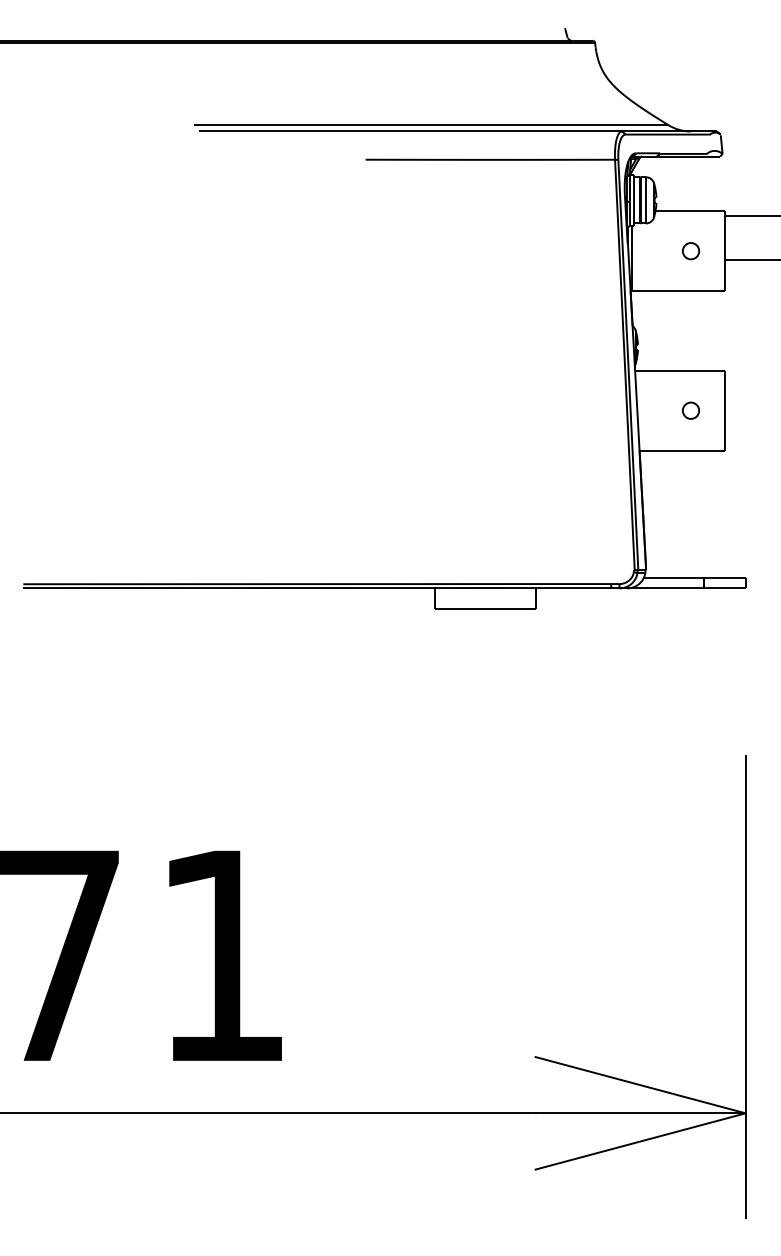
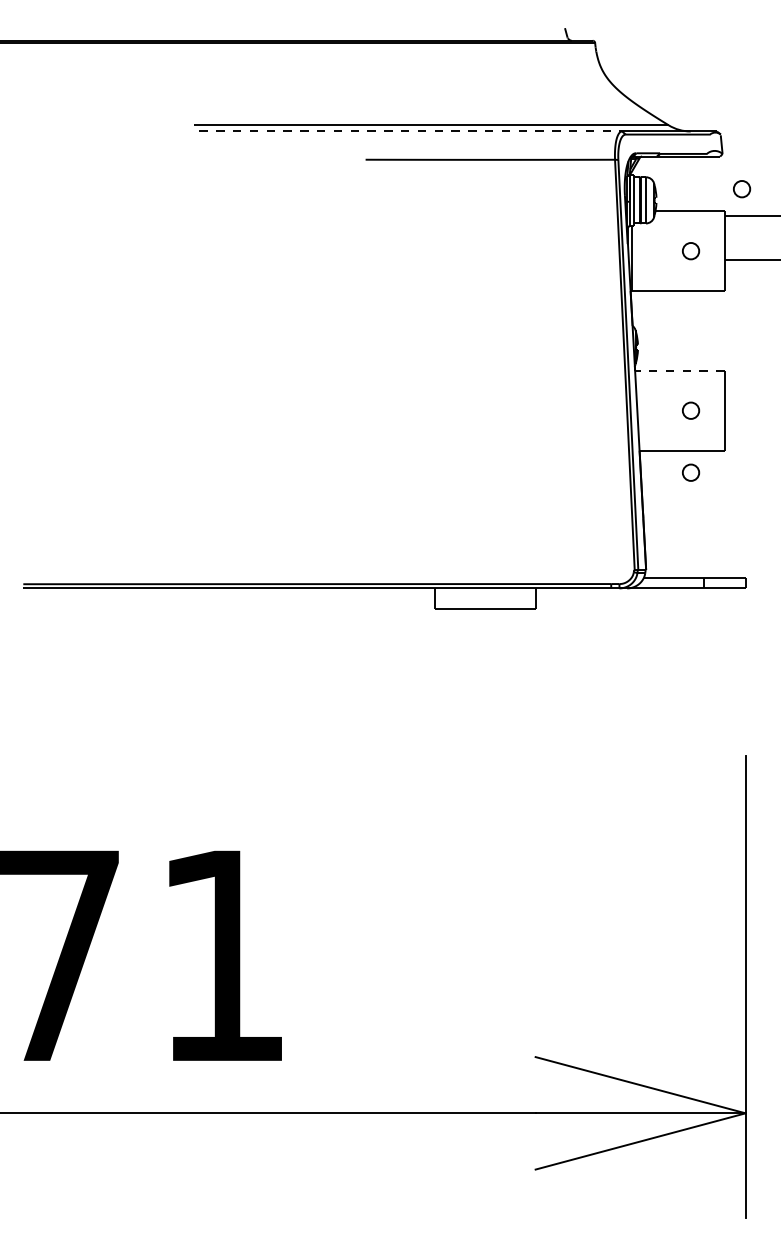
line at (411, 131): solid -> dashed
circle at (742, 189): none -> present
line at (679, 370): solid -> dashed
circle at (691, 472): none -> present
